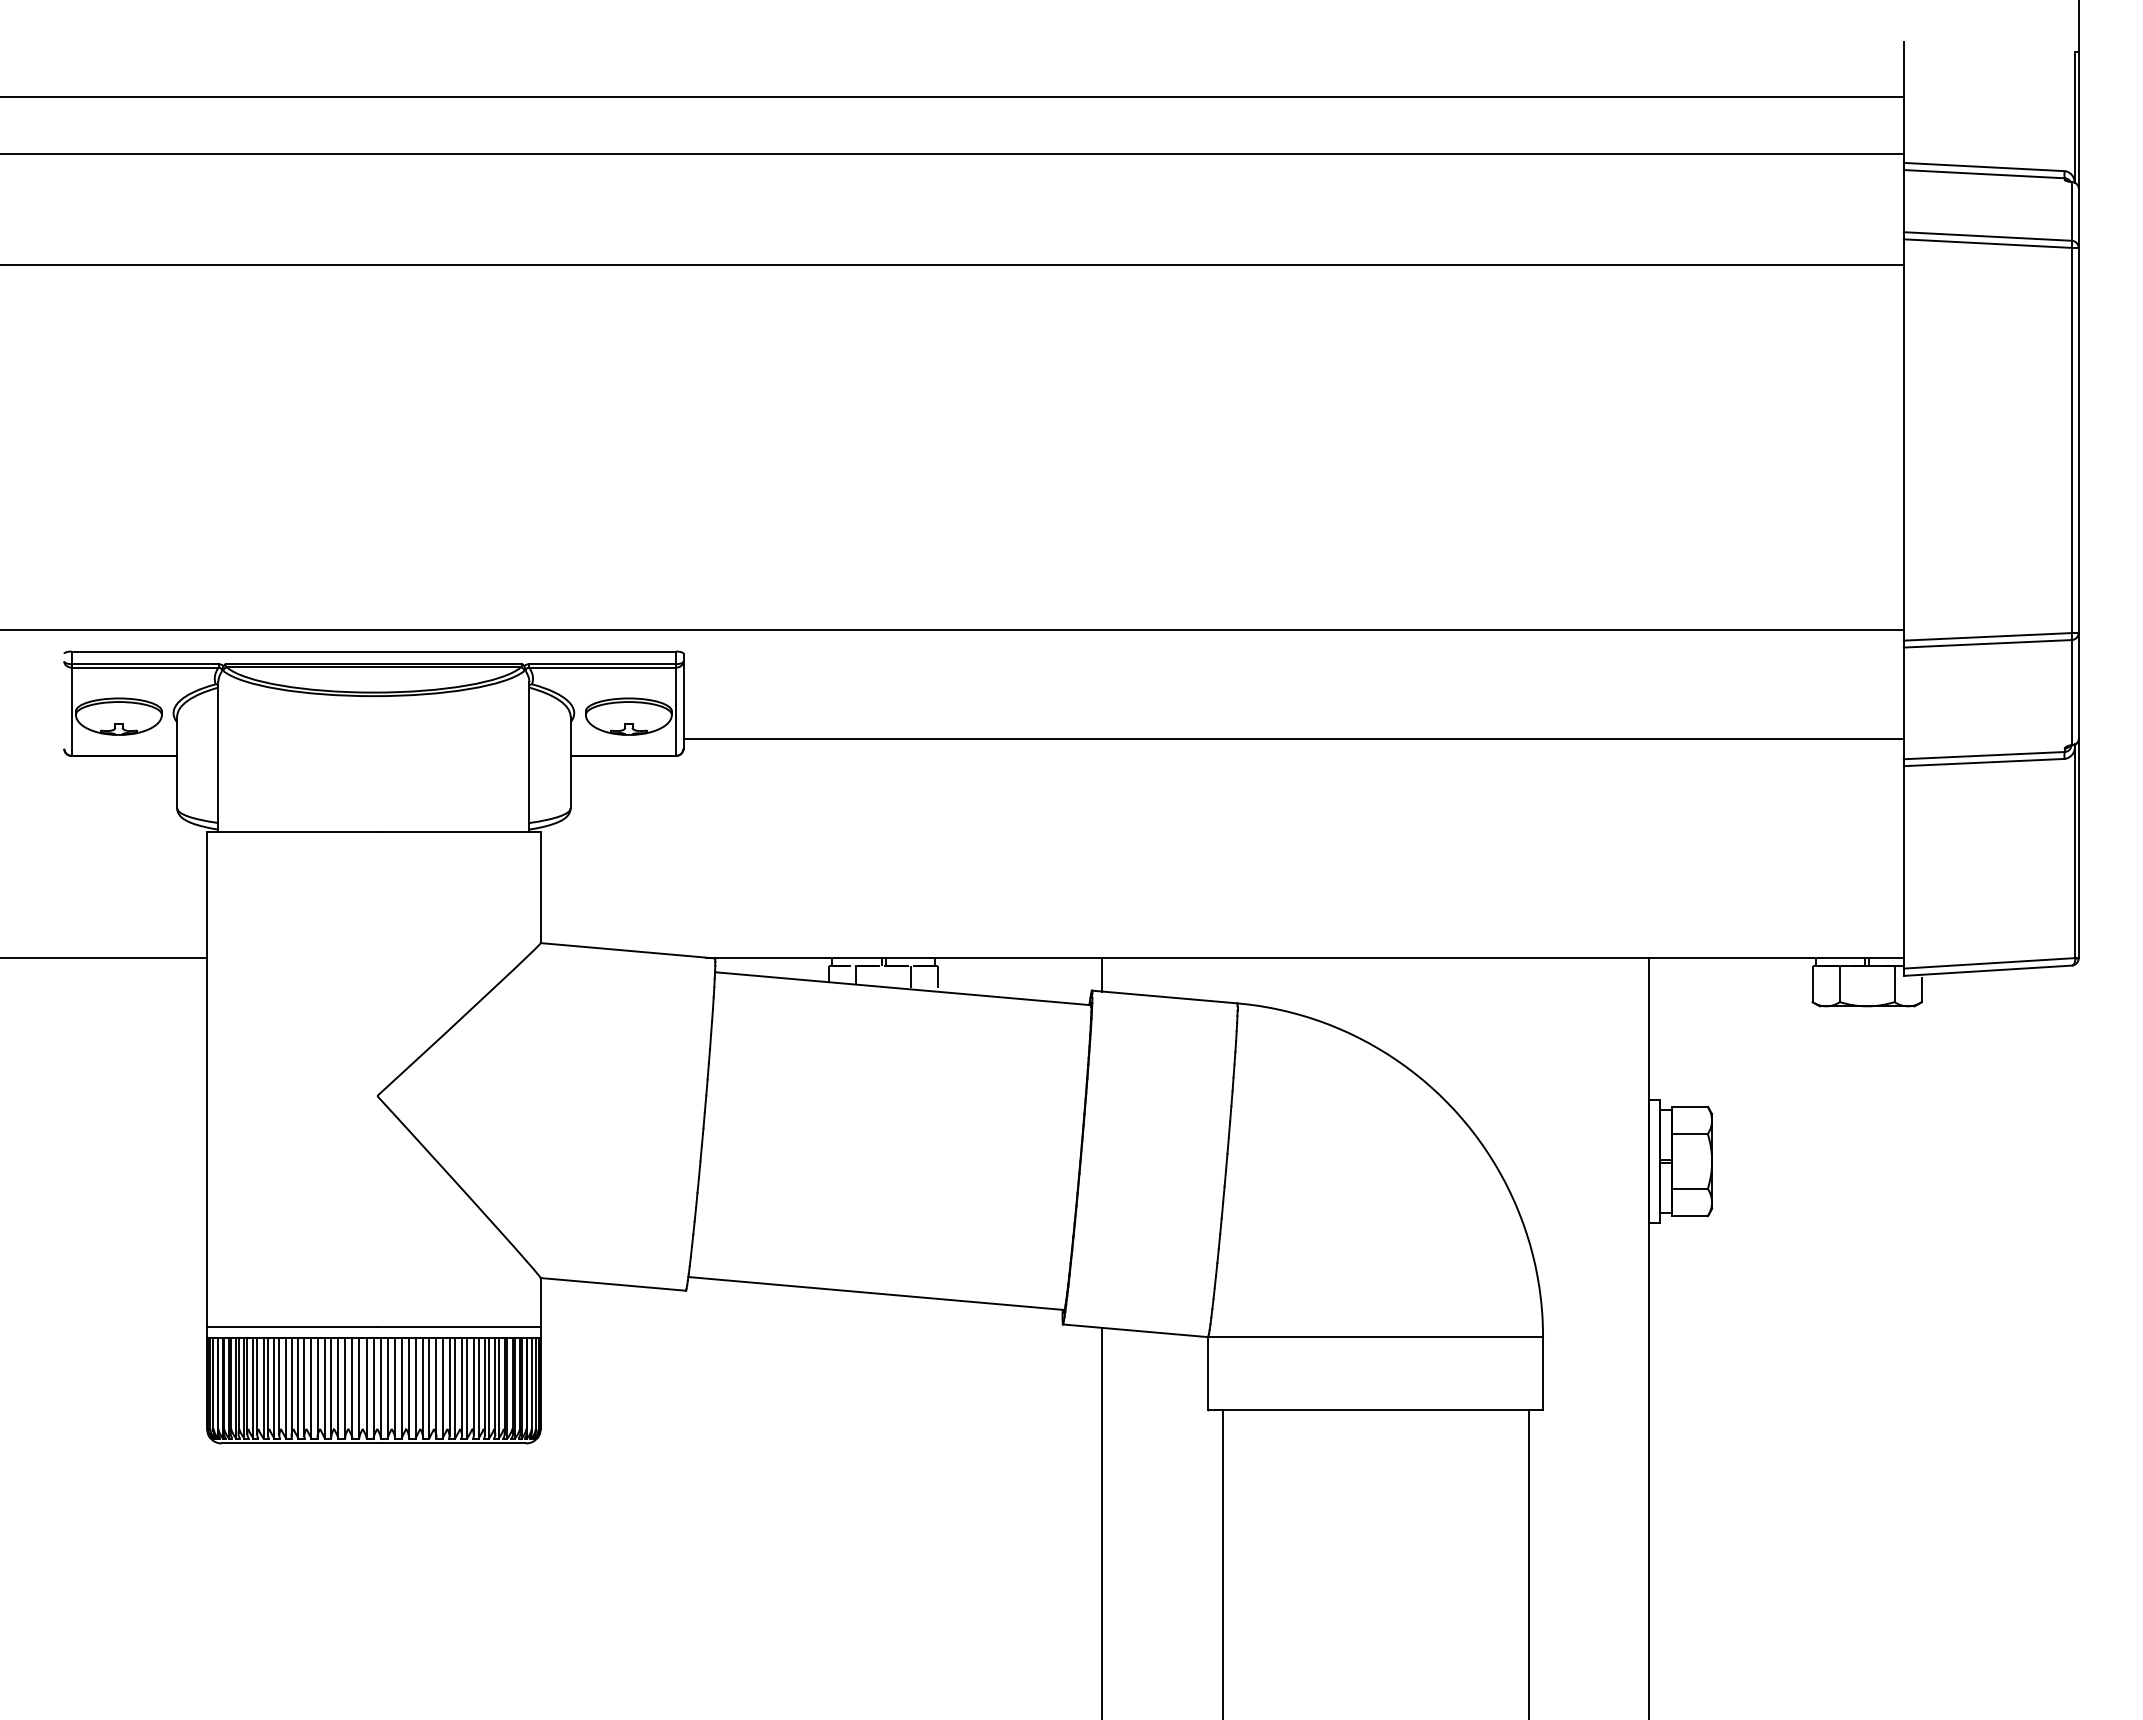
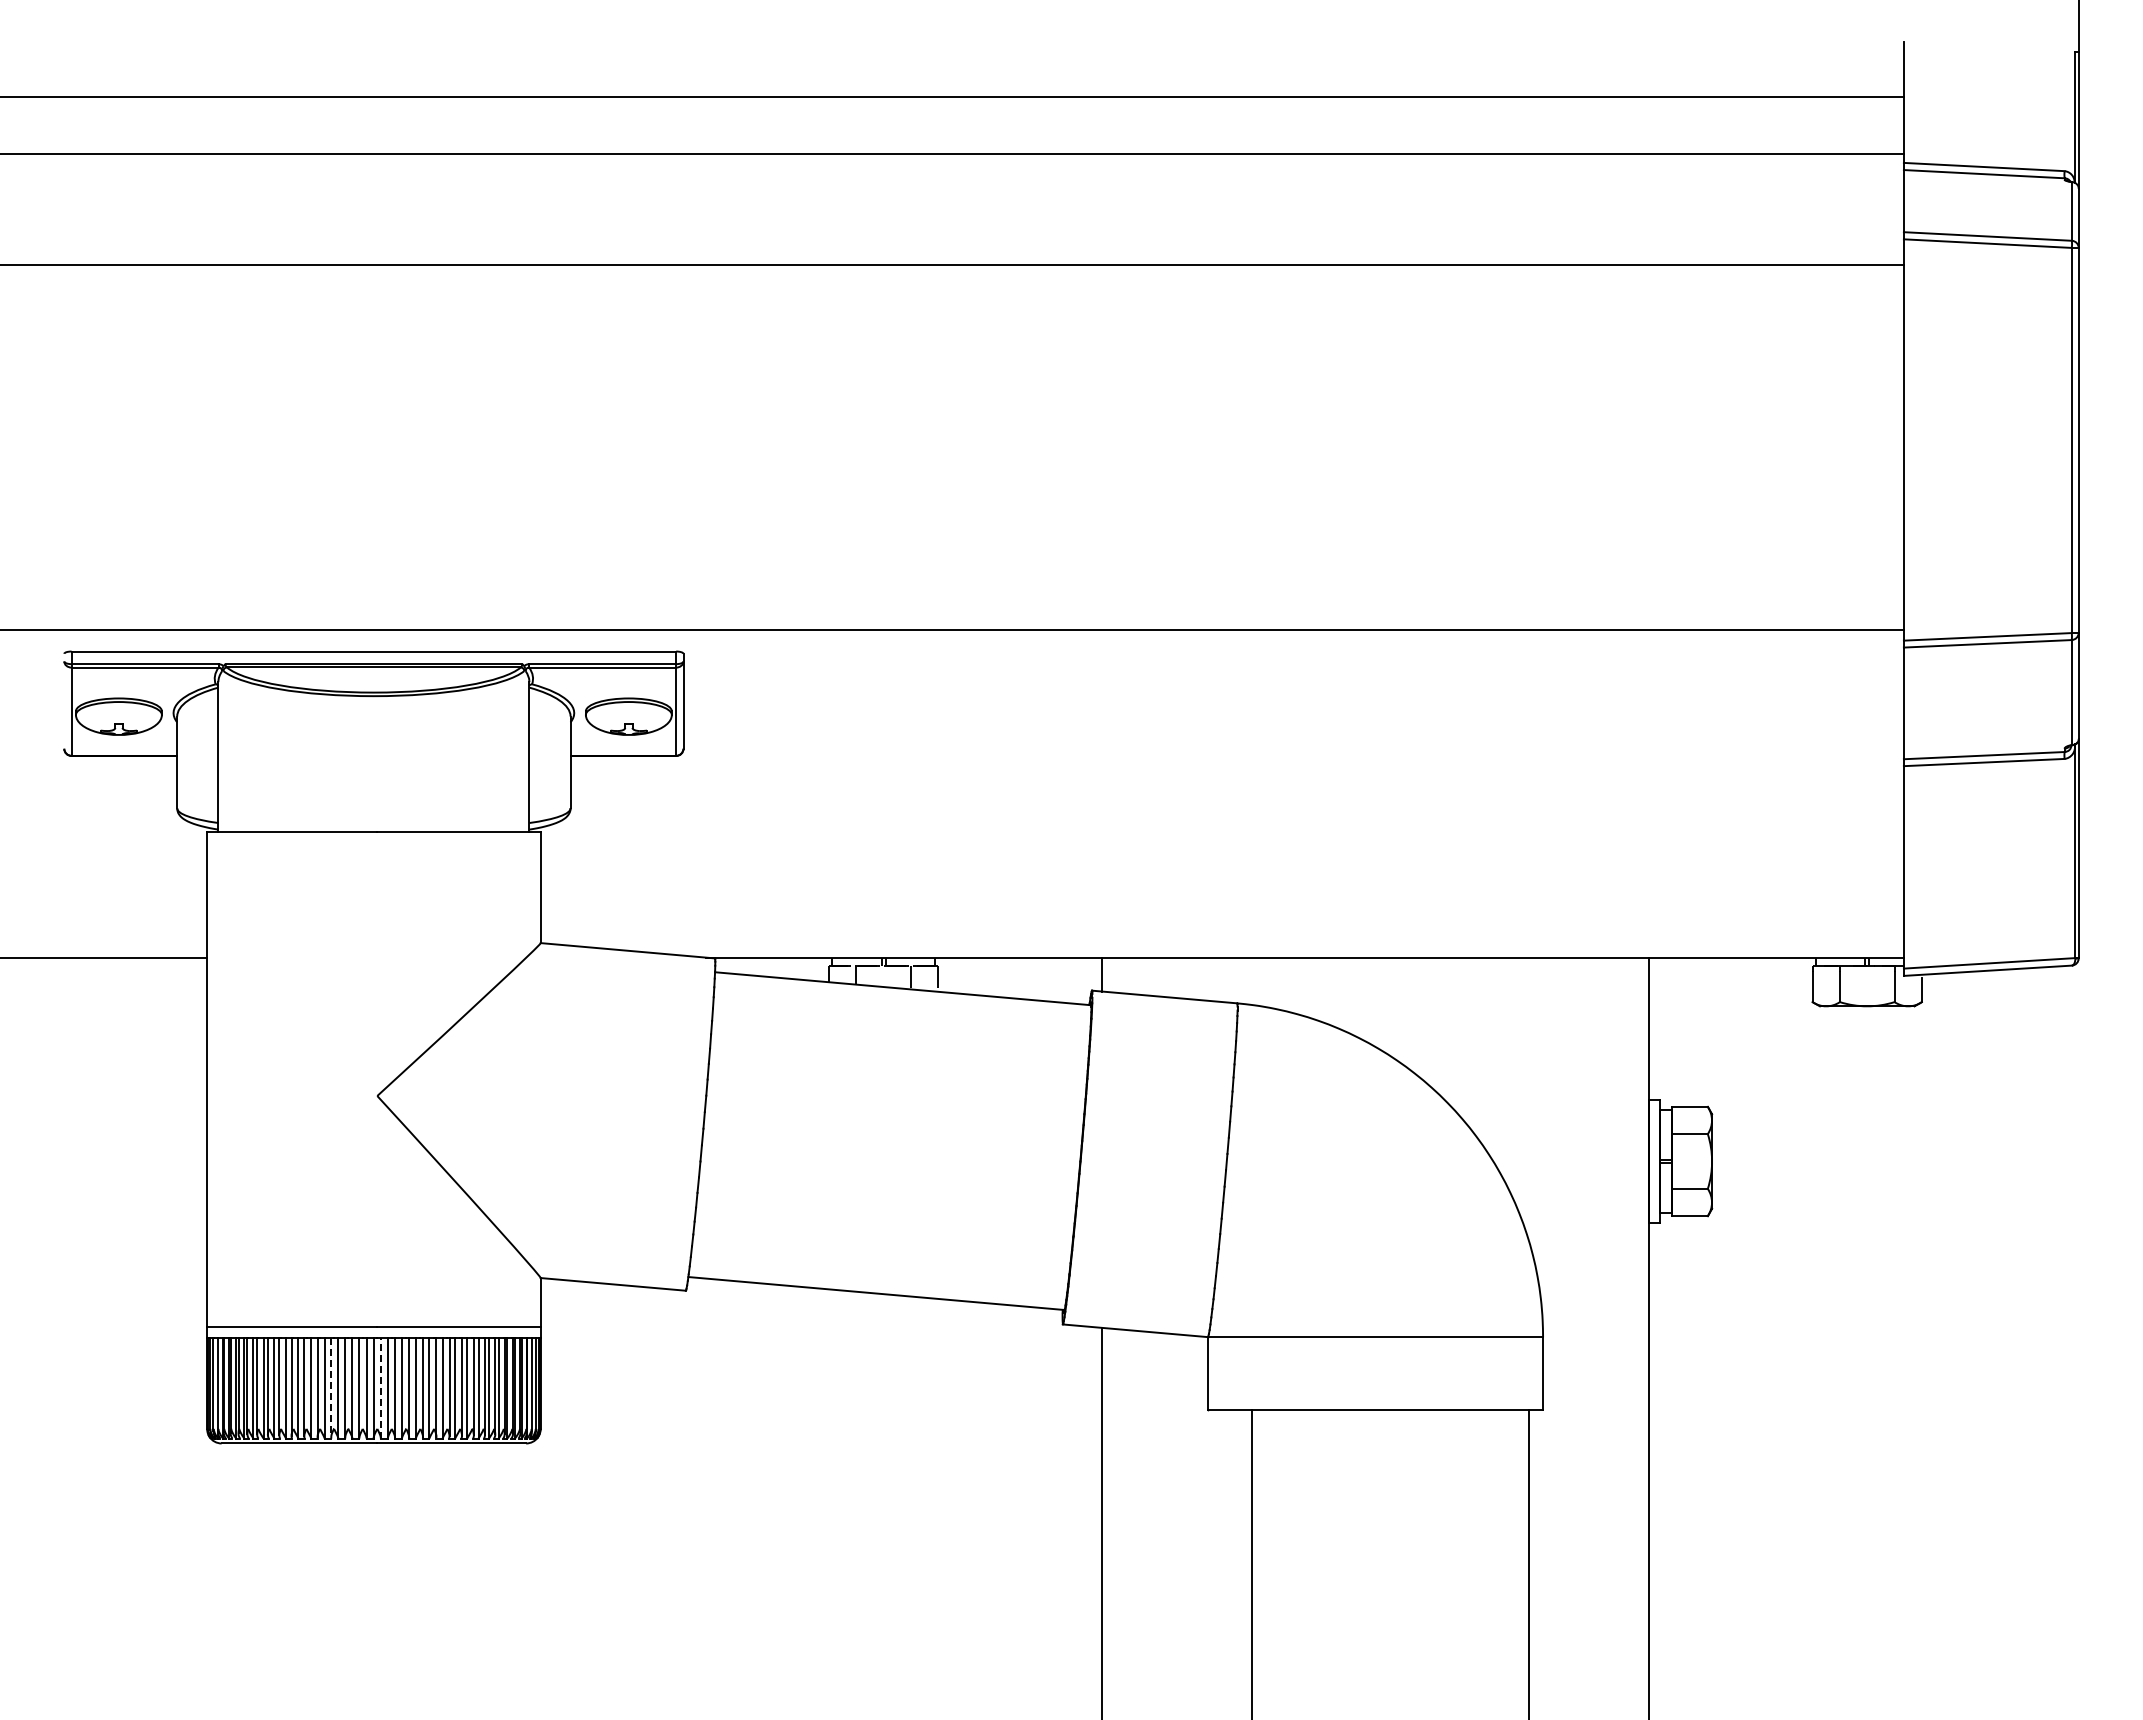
line at (1293, 738): present -> none
line at (331, 1387): solid -> dashed
line at (380, 1387): solid -> dashed
line at (1222, 1562) position: (1222, 1562) -> (1251, 1562)
